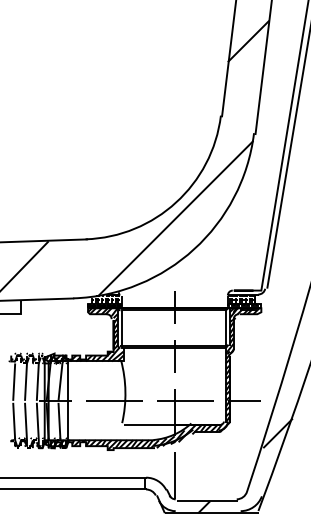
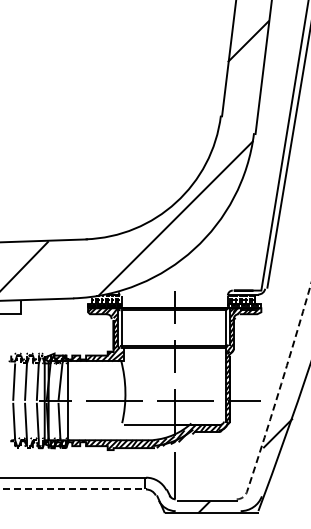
line at (276, 398): solid -> dashed
line at (74, 489): solid -> dashed
